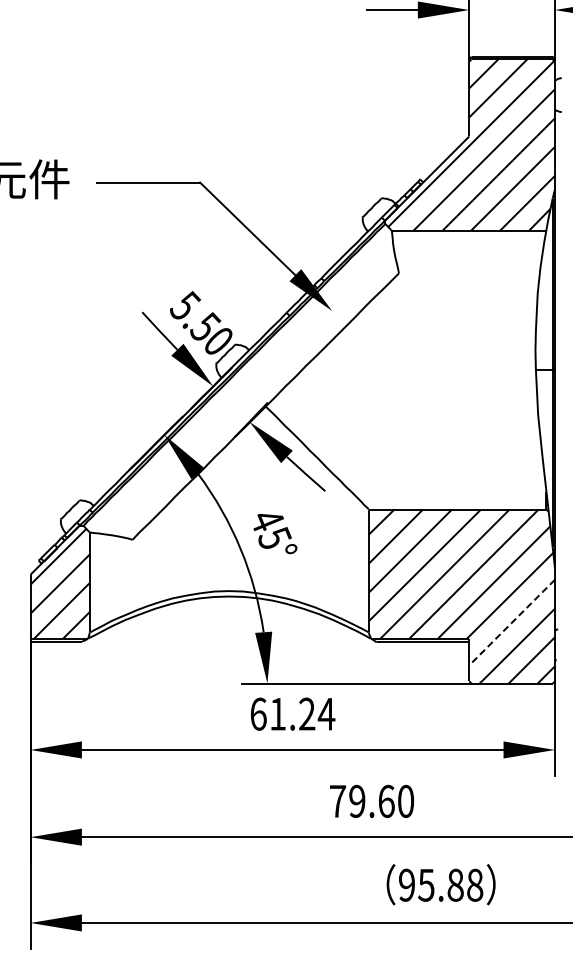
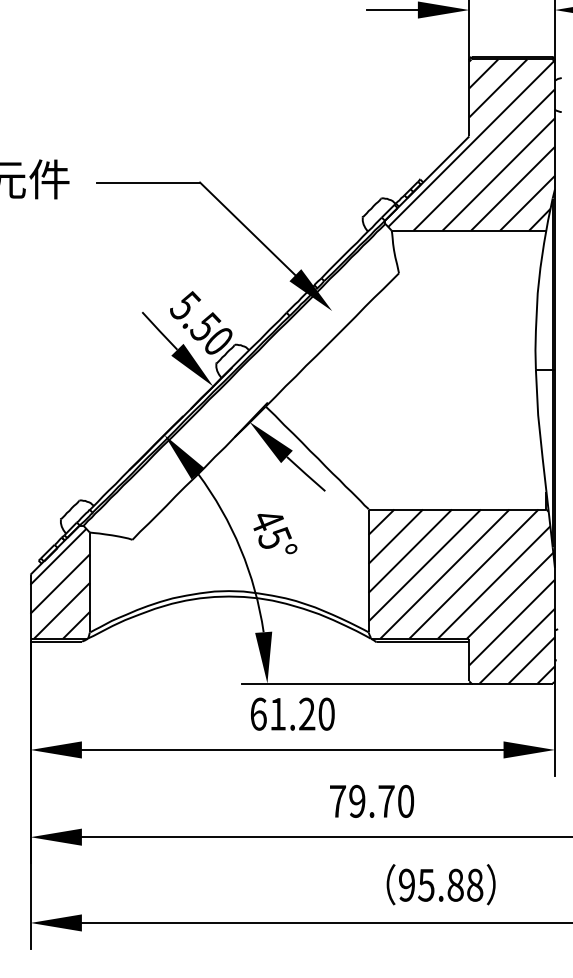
line at (512, 622): dashed -> solid
text at (326, 713): 61.24 -> 61.20
text at (386, 800): 79.60 -> 79.70
